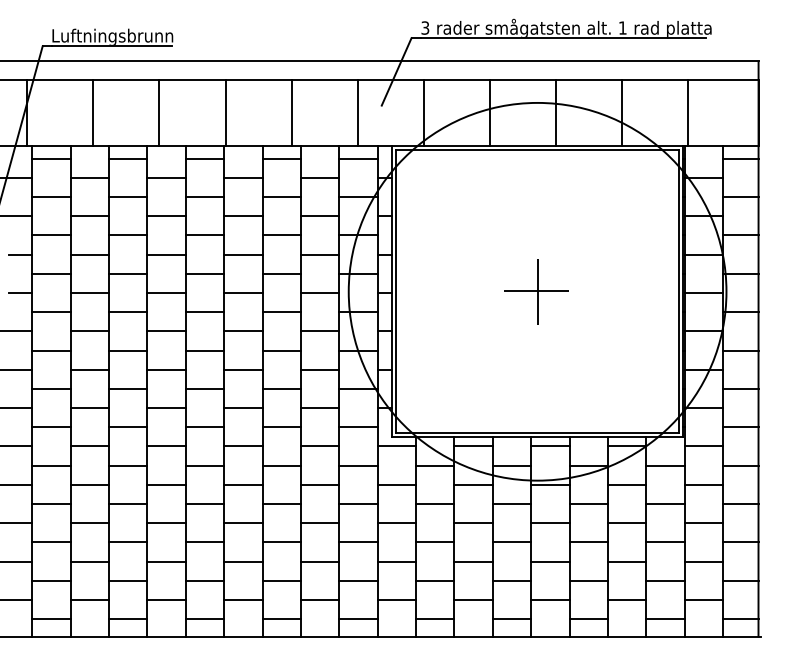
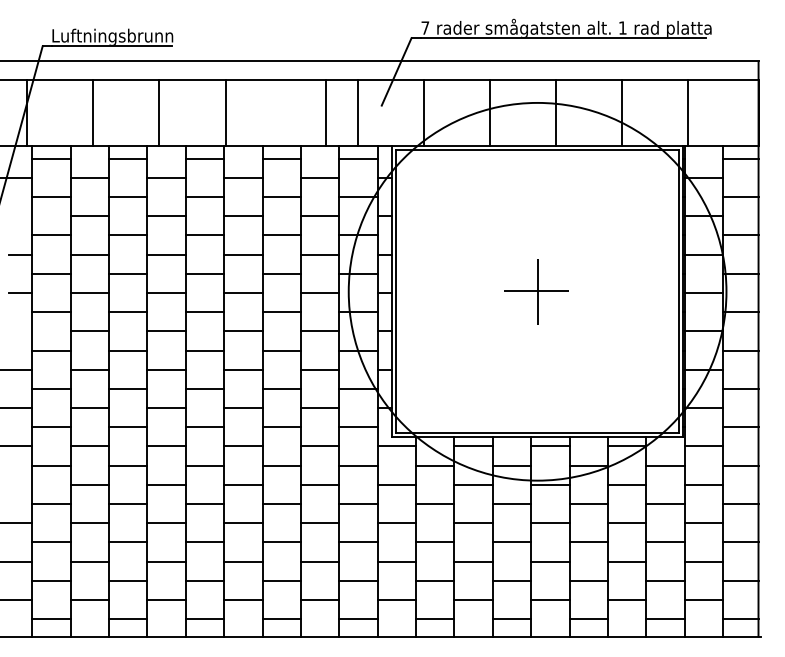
text at (425, 27): 3 -> 7
line at (291, 113) position: (291, 113) -> (325, 113)
line at (17, 216): present -> none
line at (17, 331): present -> none
line at (17, 484): present -> none
